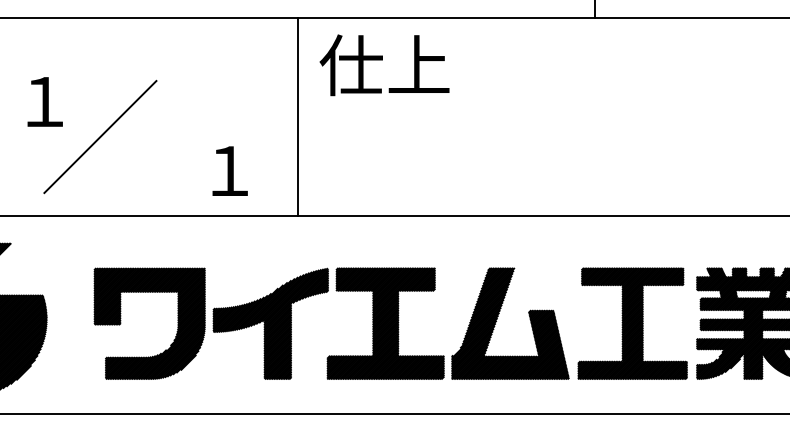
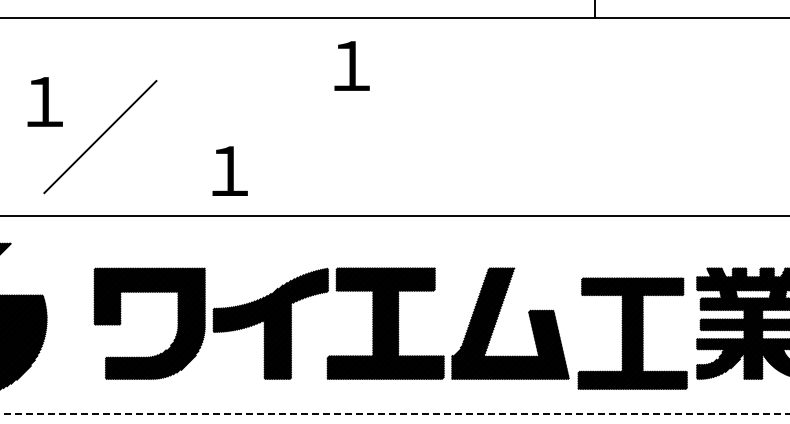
text at (384, 65): 仕上 -> １
line at (298, 117): present -> none
part at (632, 323) position: (632, 323) -> (632, 333)
line at (395, 414): solid -> dashed
